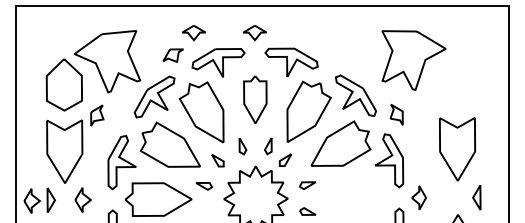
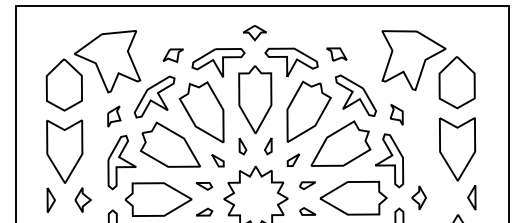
part at (193, 33): present -> none
part at (336, 54): none -> present
part at (456, 82): none -> present
part at (255, 99) size: 25x49 px -> 35x70 px
part at (97, 115) position: (97, 115) -> (114, 116)
part at (284, 159) position: (284, 159) -> (292, 159)
part at (353, 197): none -> present
part at (476, 197) position: (476, 197) -> (471, 197)
part at (31, 200): present -> none
part at (204, 211): none -> present
